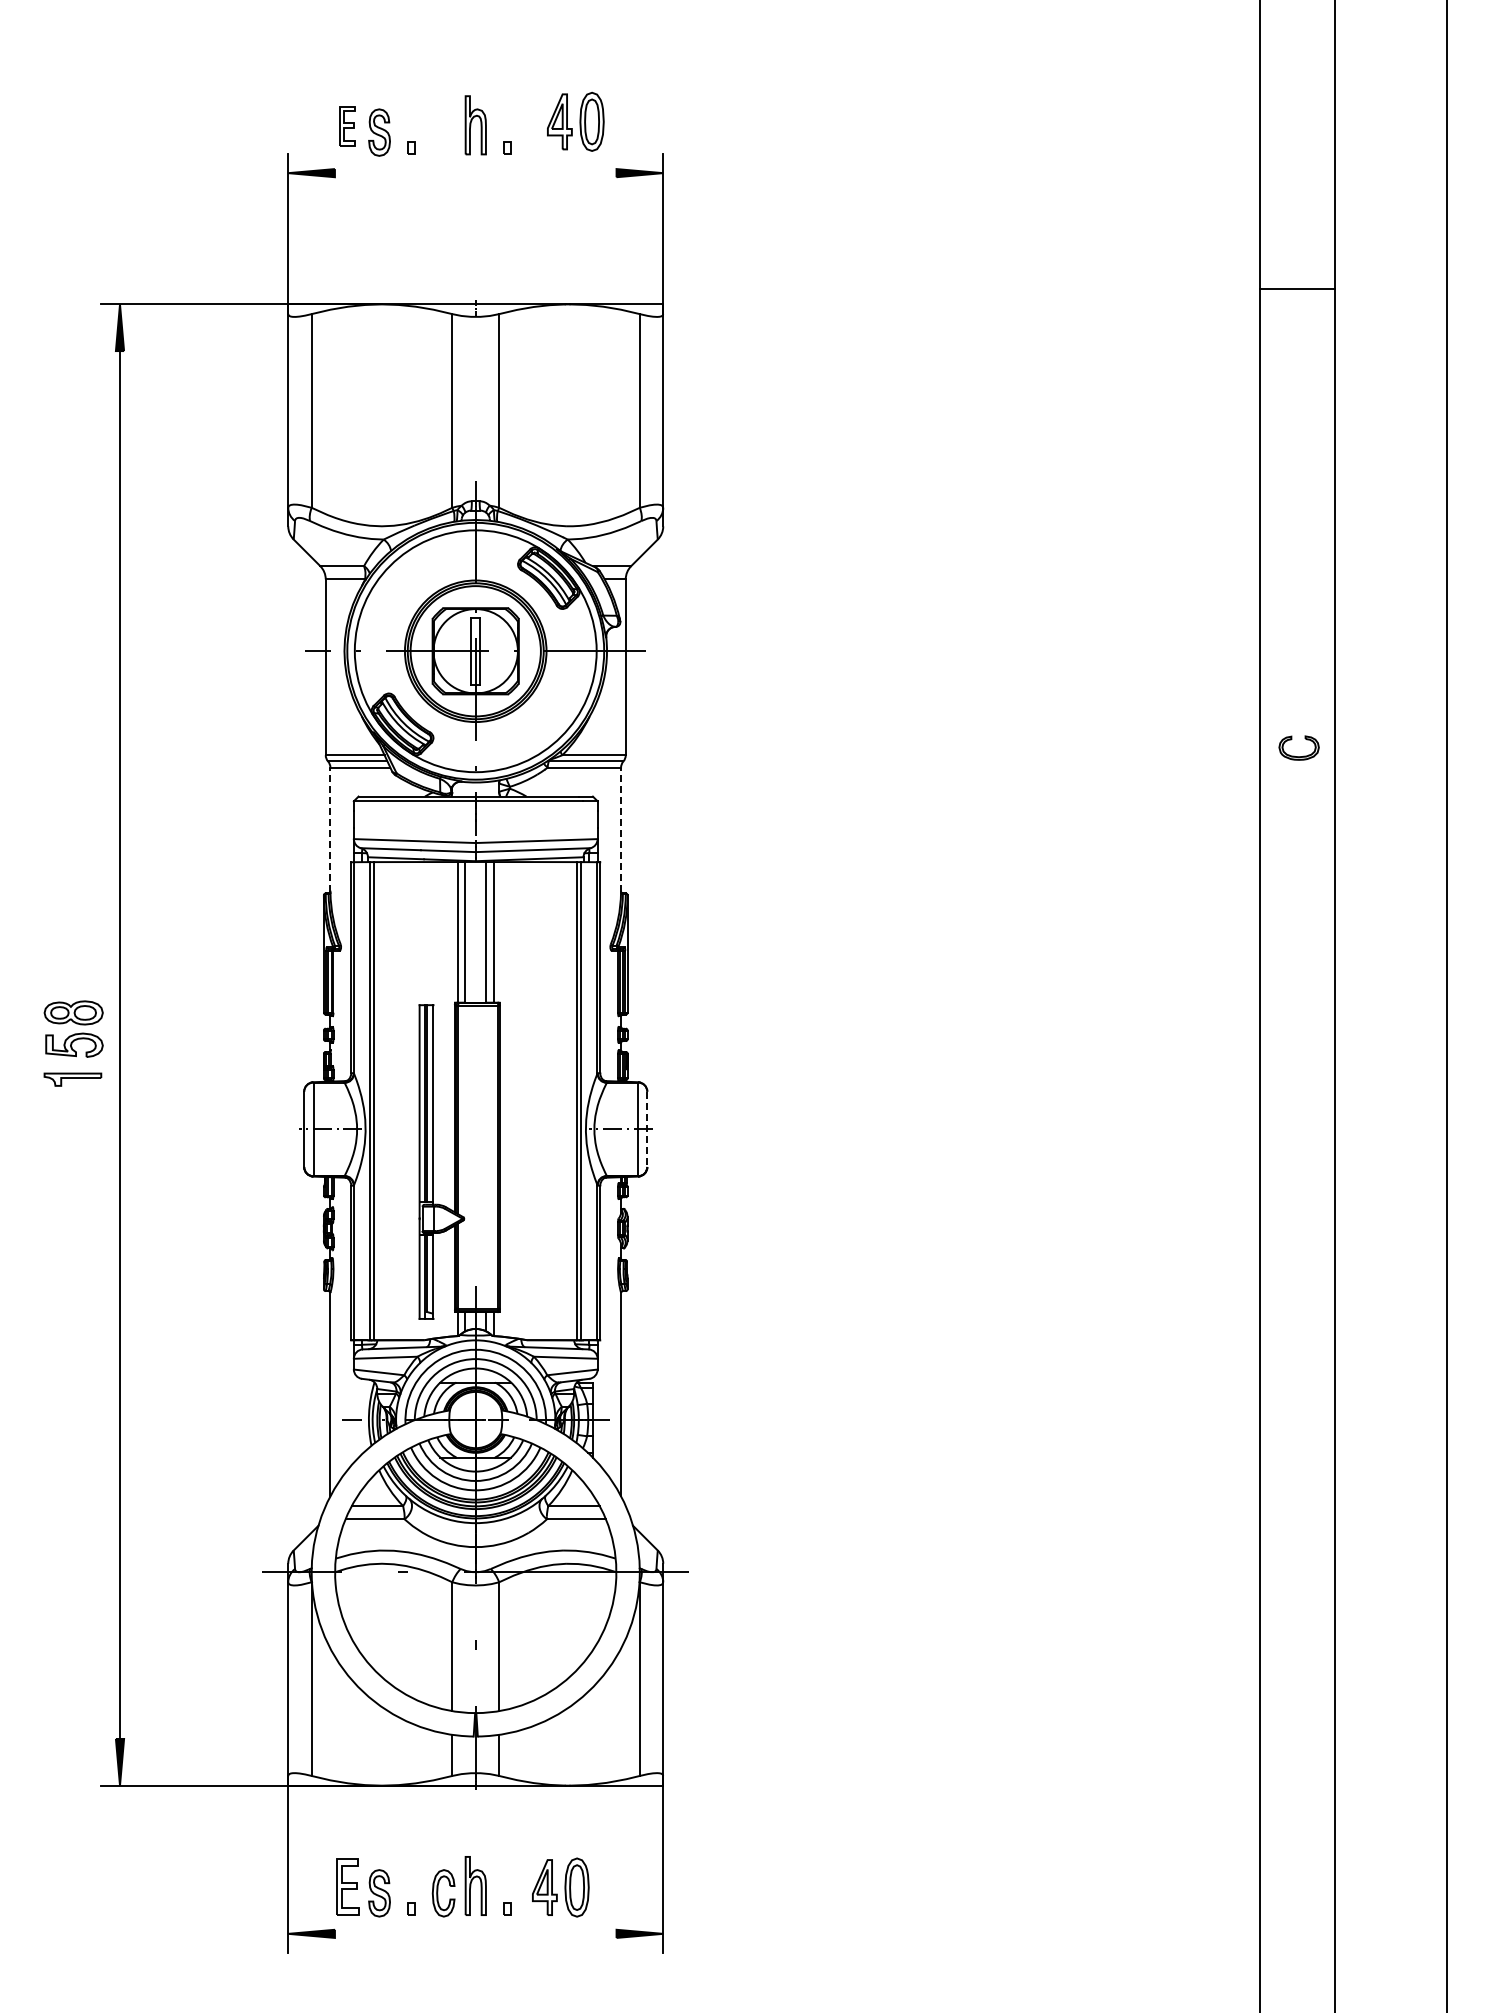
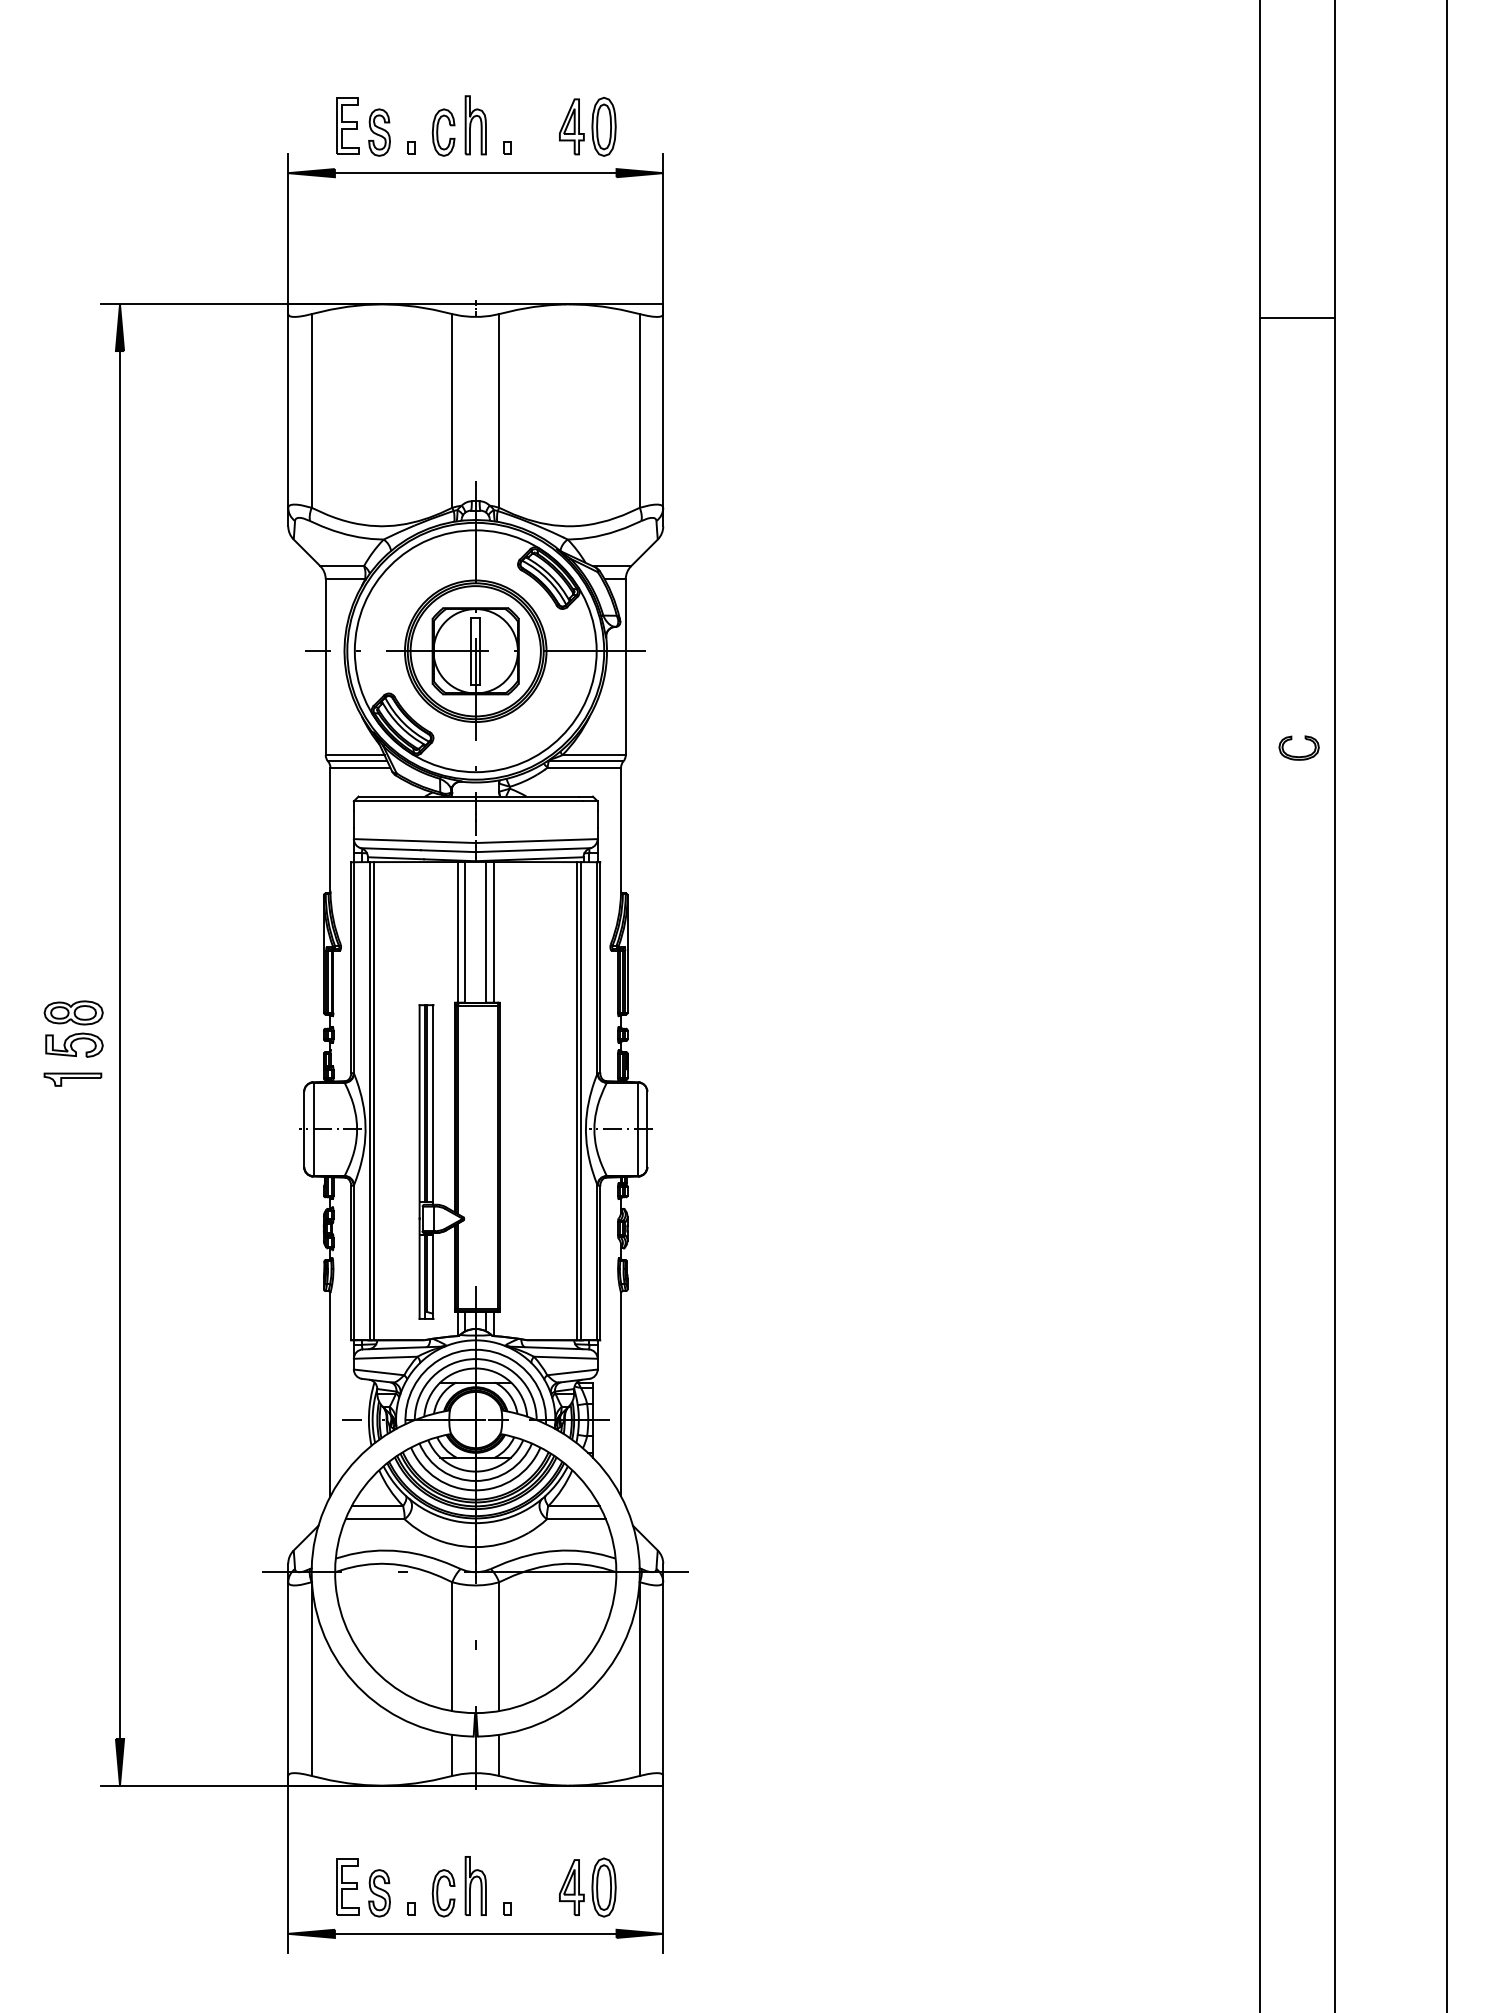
part at (575, 121) position: (575, 121) -> (587, 126)
part at (347, 126) size: 17x41 px -> 24x58 px
part at (443, 132): none -> present
line at (475, 173): none -> present
line at (1296, 289) position: (1296, 289) -> (1296, 318)
line at (330, 829): dashed -> solid
line at (621, 829): dashed -> solid
line at (647, 1129): dashed -> solid
part at (560, 1887) position: (560, 1887) -> (587, 1887)
line at (475, 1933): none -> present
